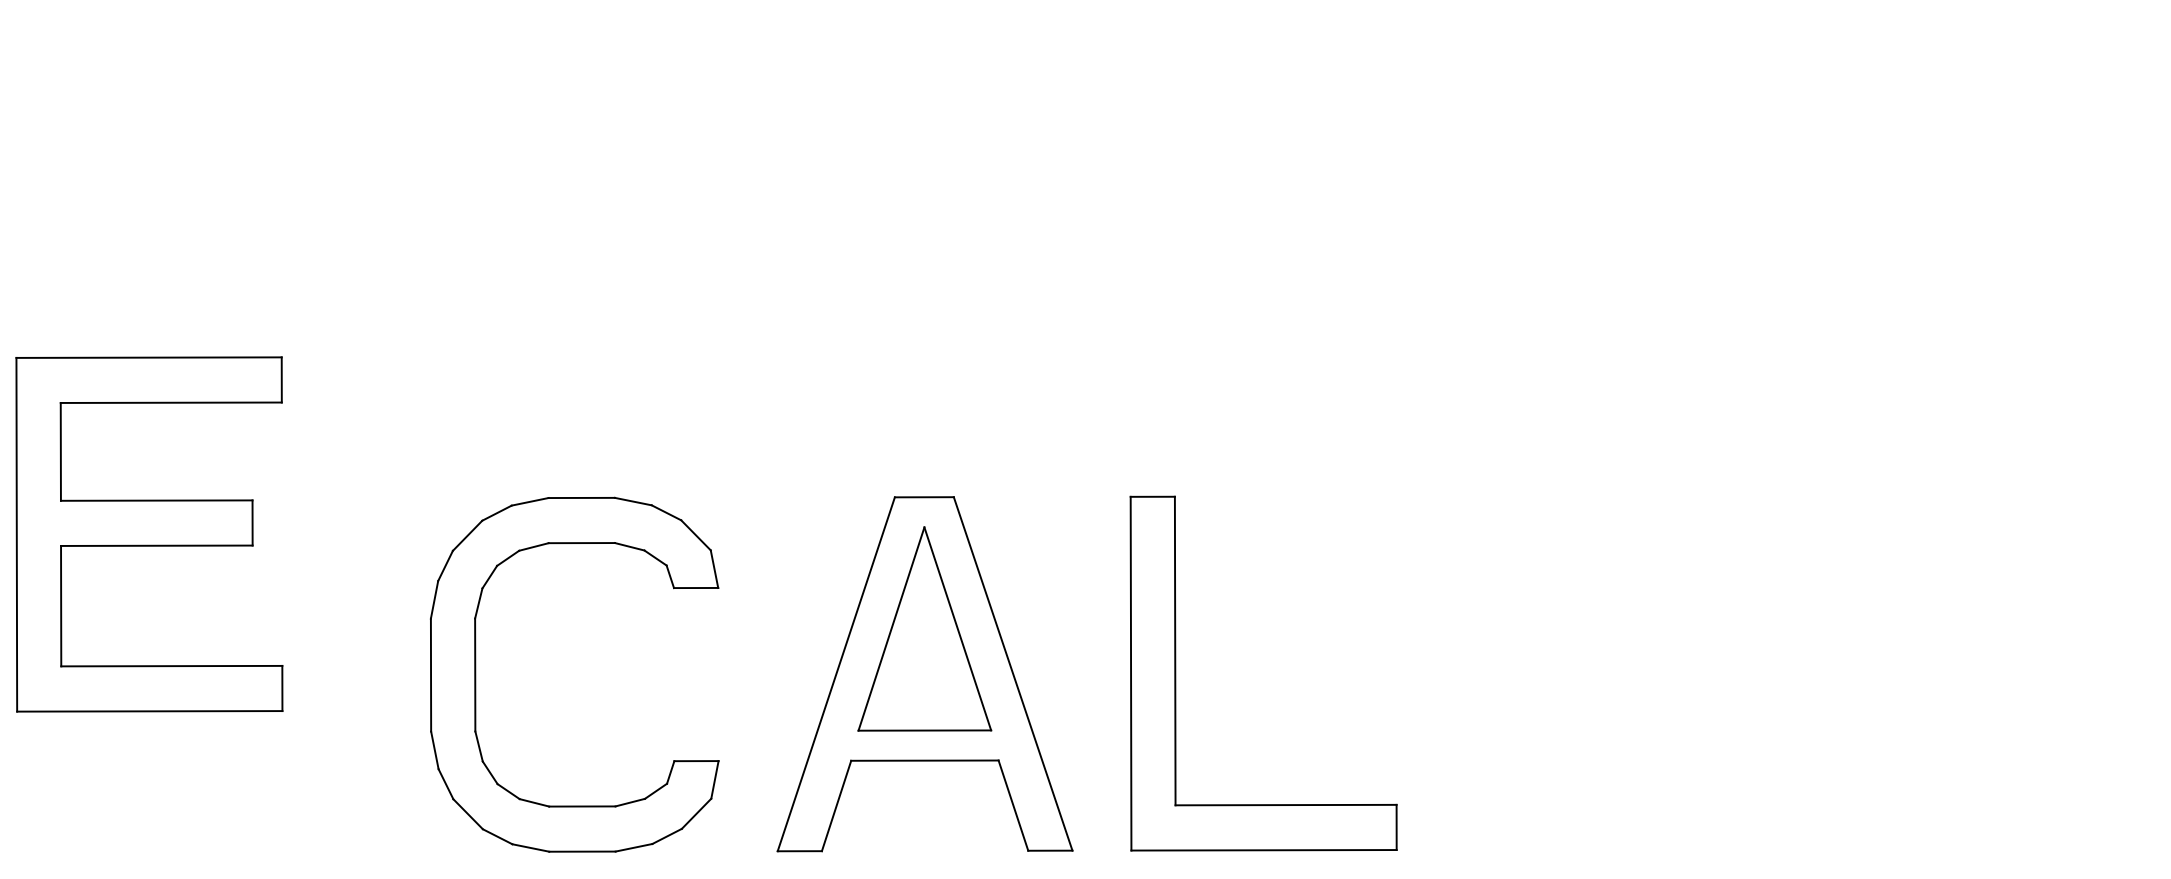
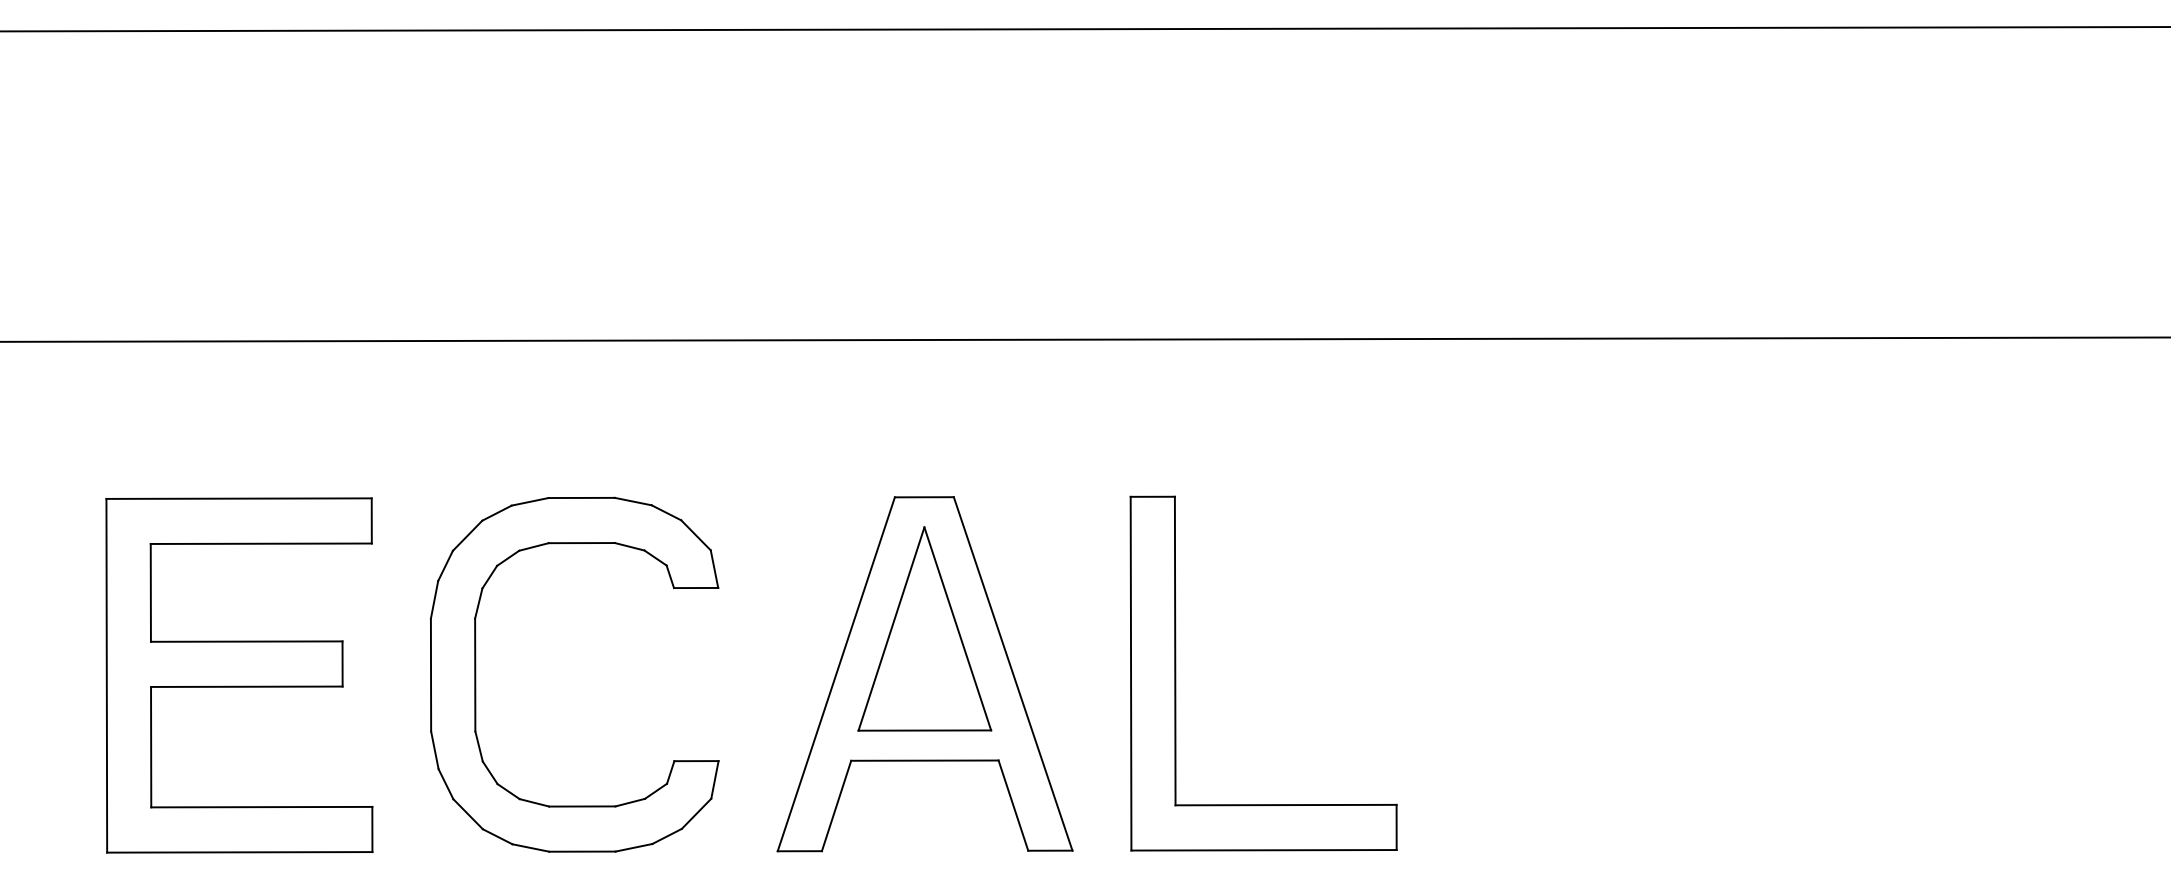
line at (1084, 29): none -> present
line at (1084, 339): none -> present
part at (149, 534) position: (149, 534) -> (239, 675)
